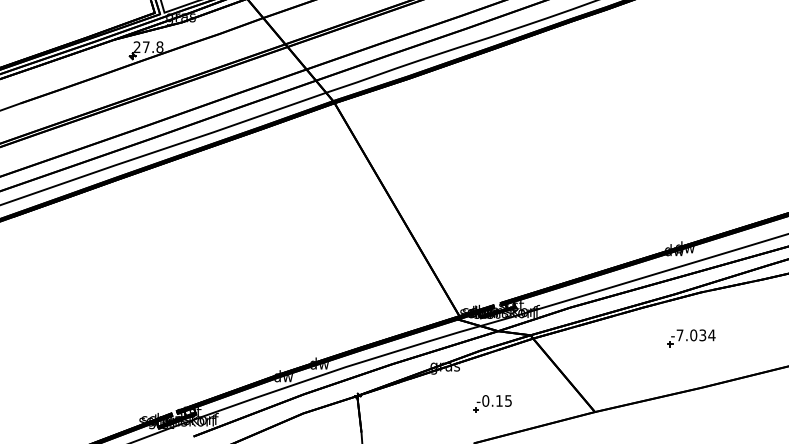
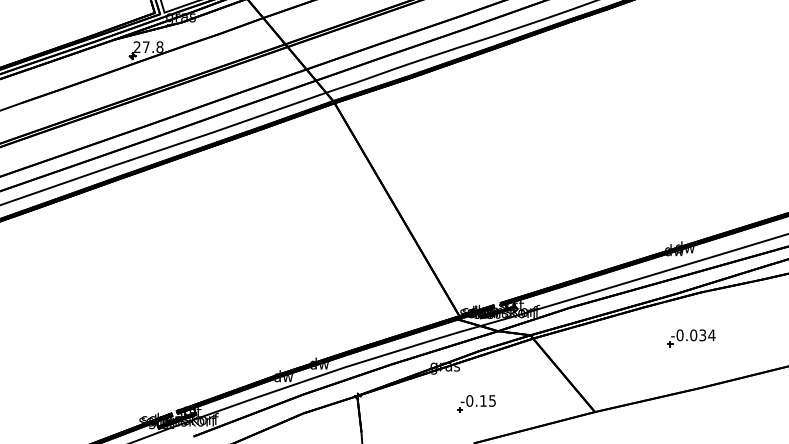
text at (679, 335): -7.034 -> -0.034
part at (492, 403) position: (492, 403) -> (476, 403)
